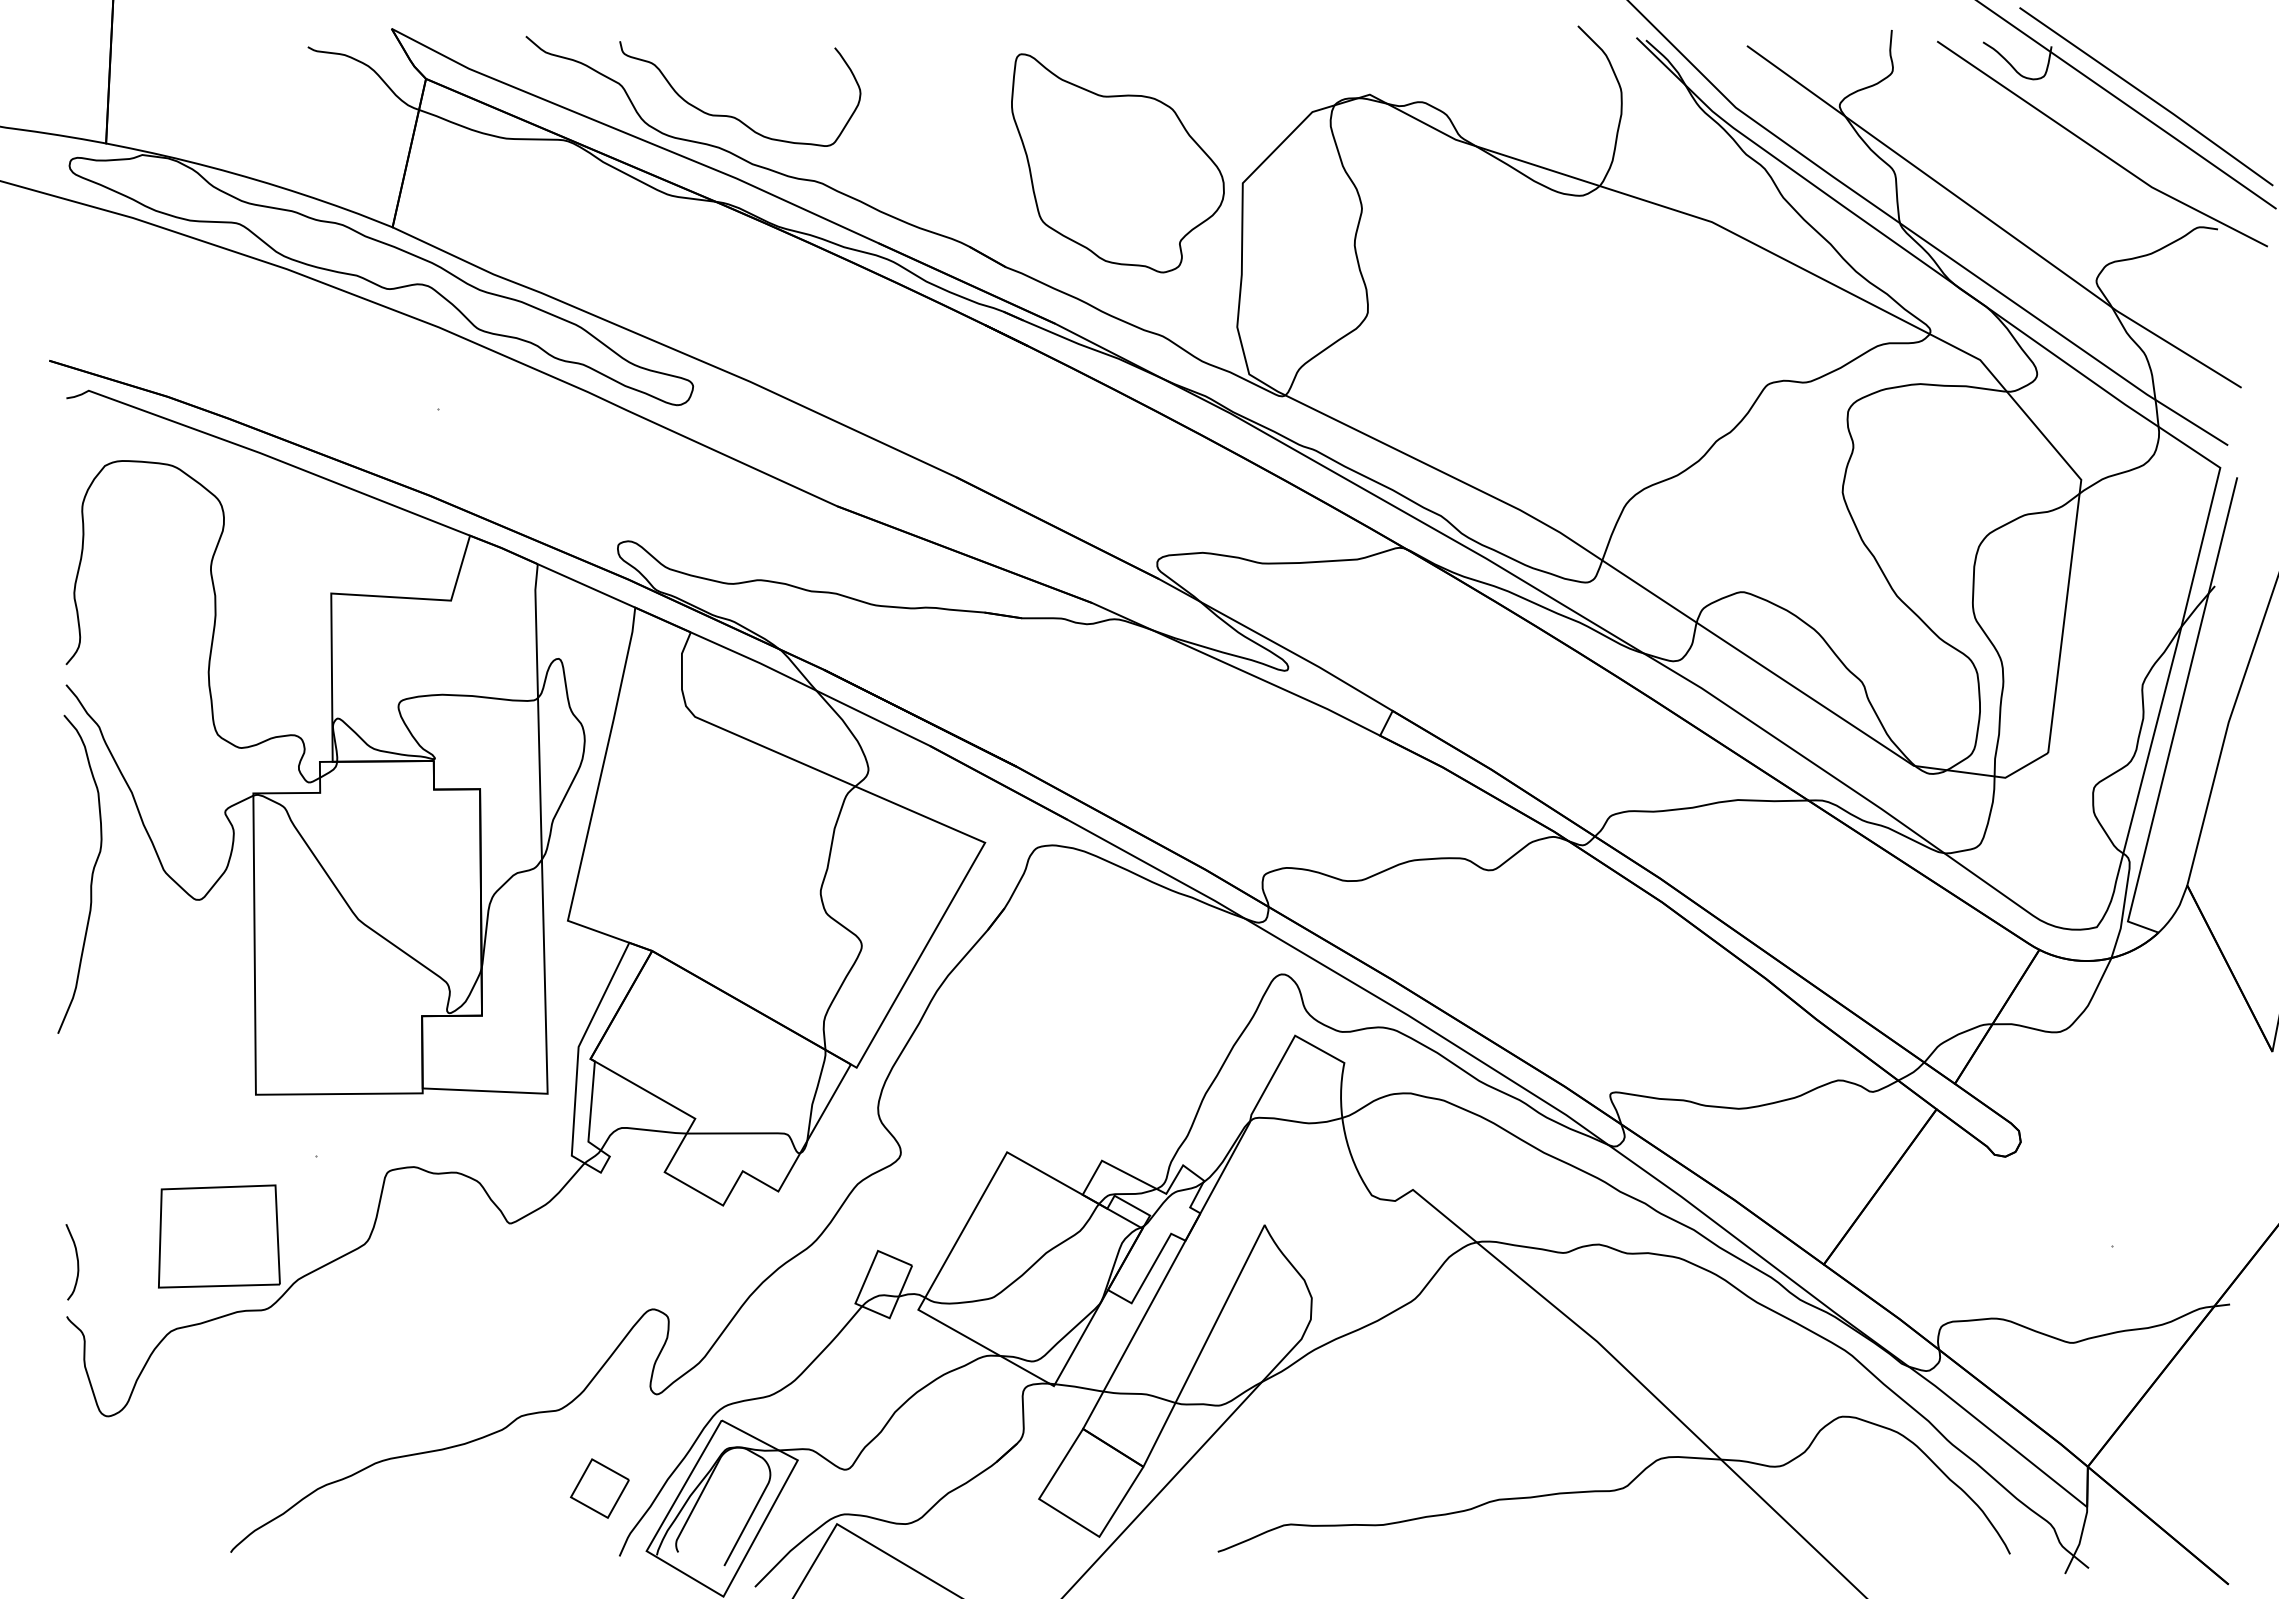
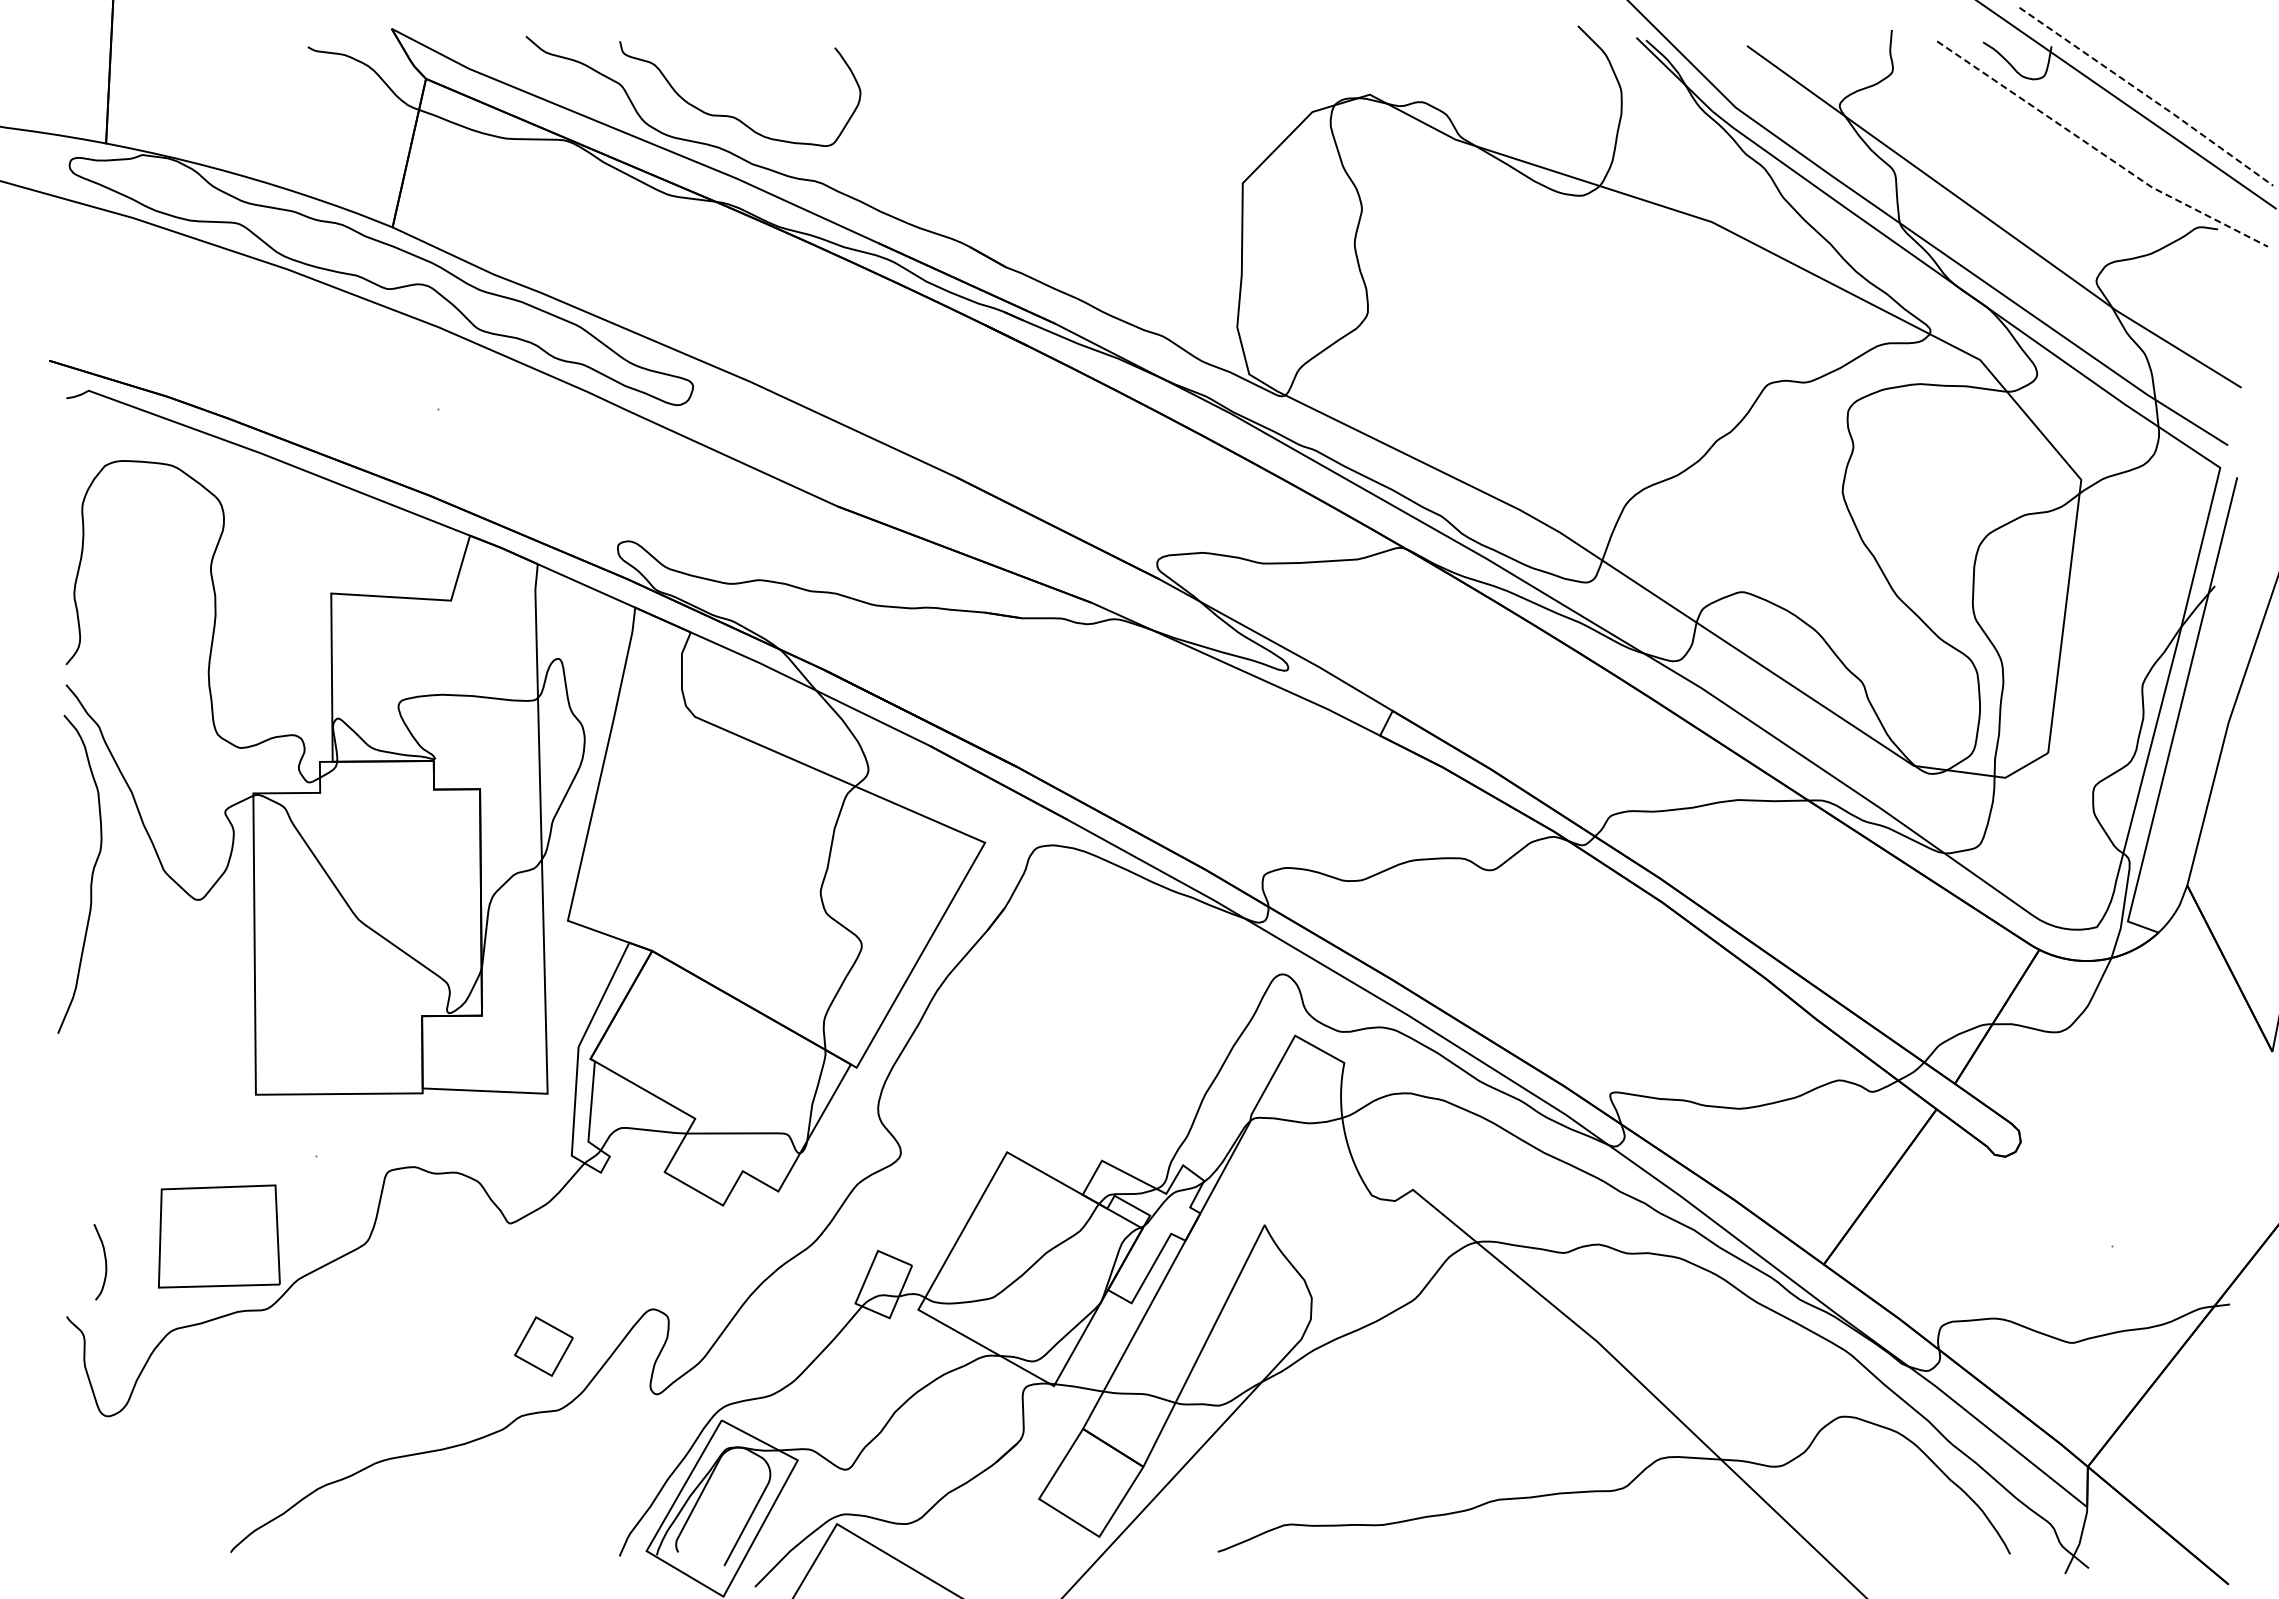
line at (2147, 96): solid -> dashed
line at (2099, 151): solid -> dashed
part at (1117, 163): present -> none
curve at (76, 1259) position: (76, 1259) -> (104, 1259)
part at (599, 1488) position: (599, 1488) -> (543, 1346)
